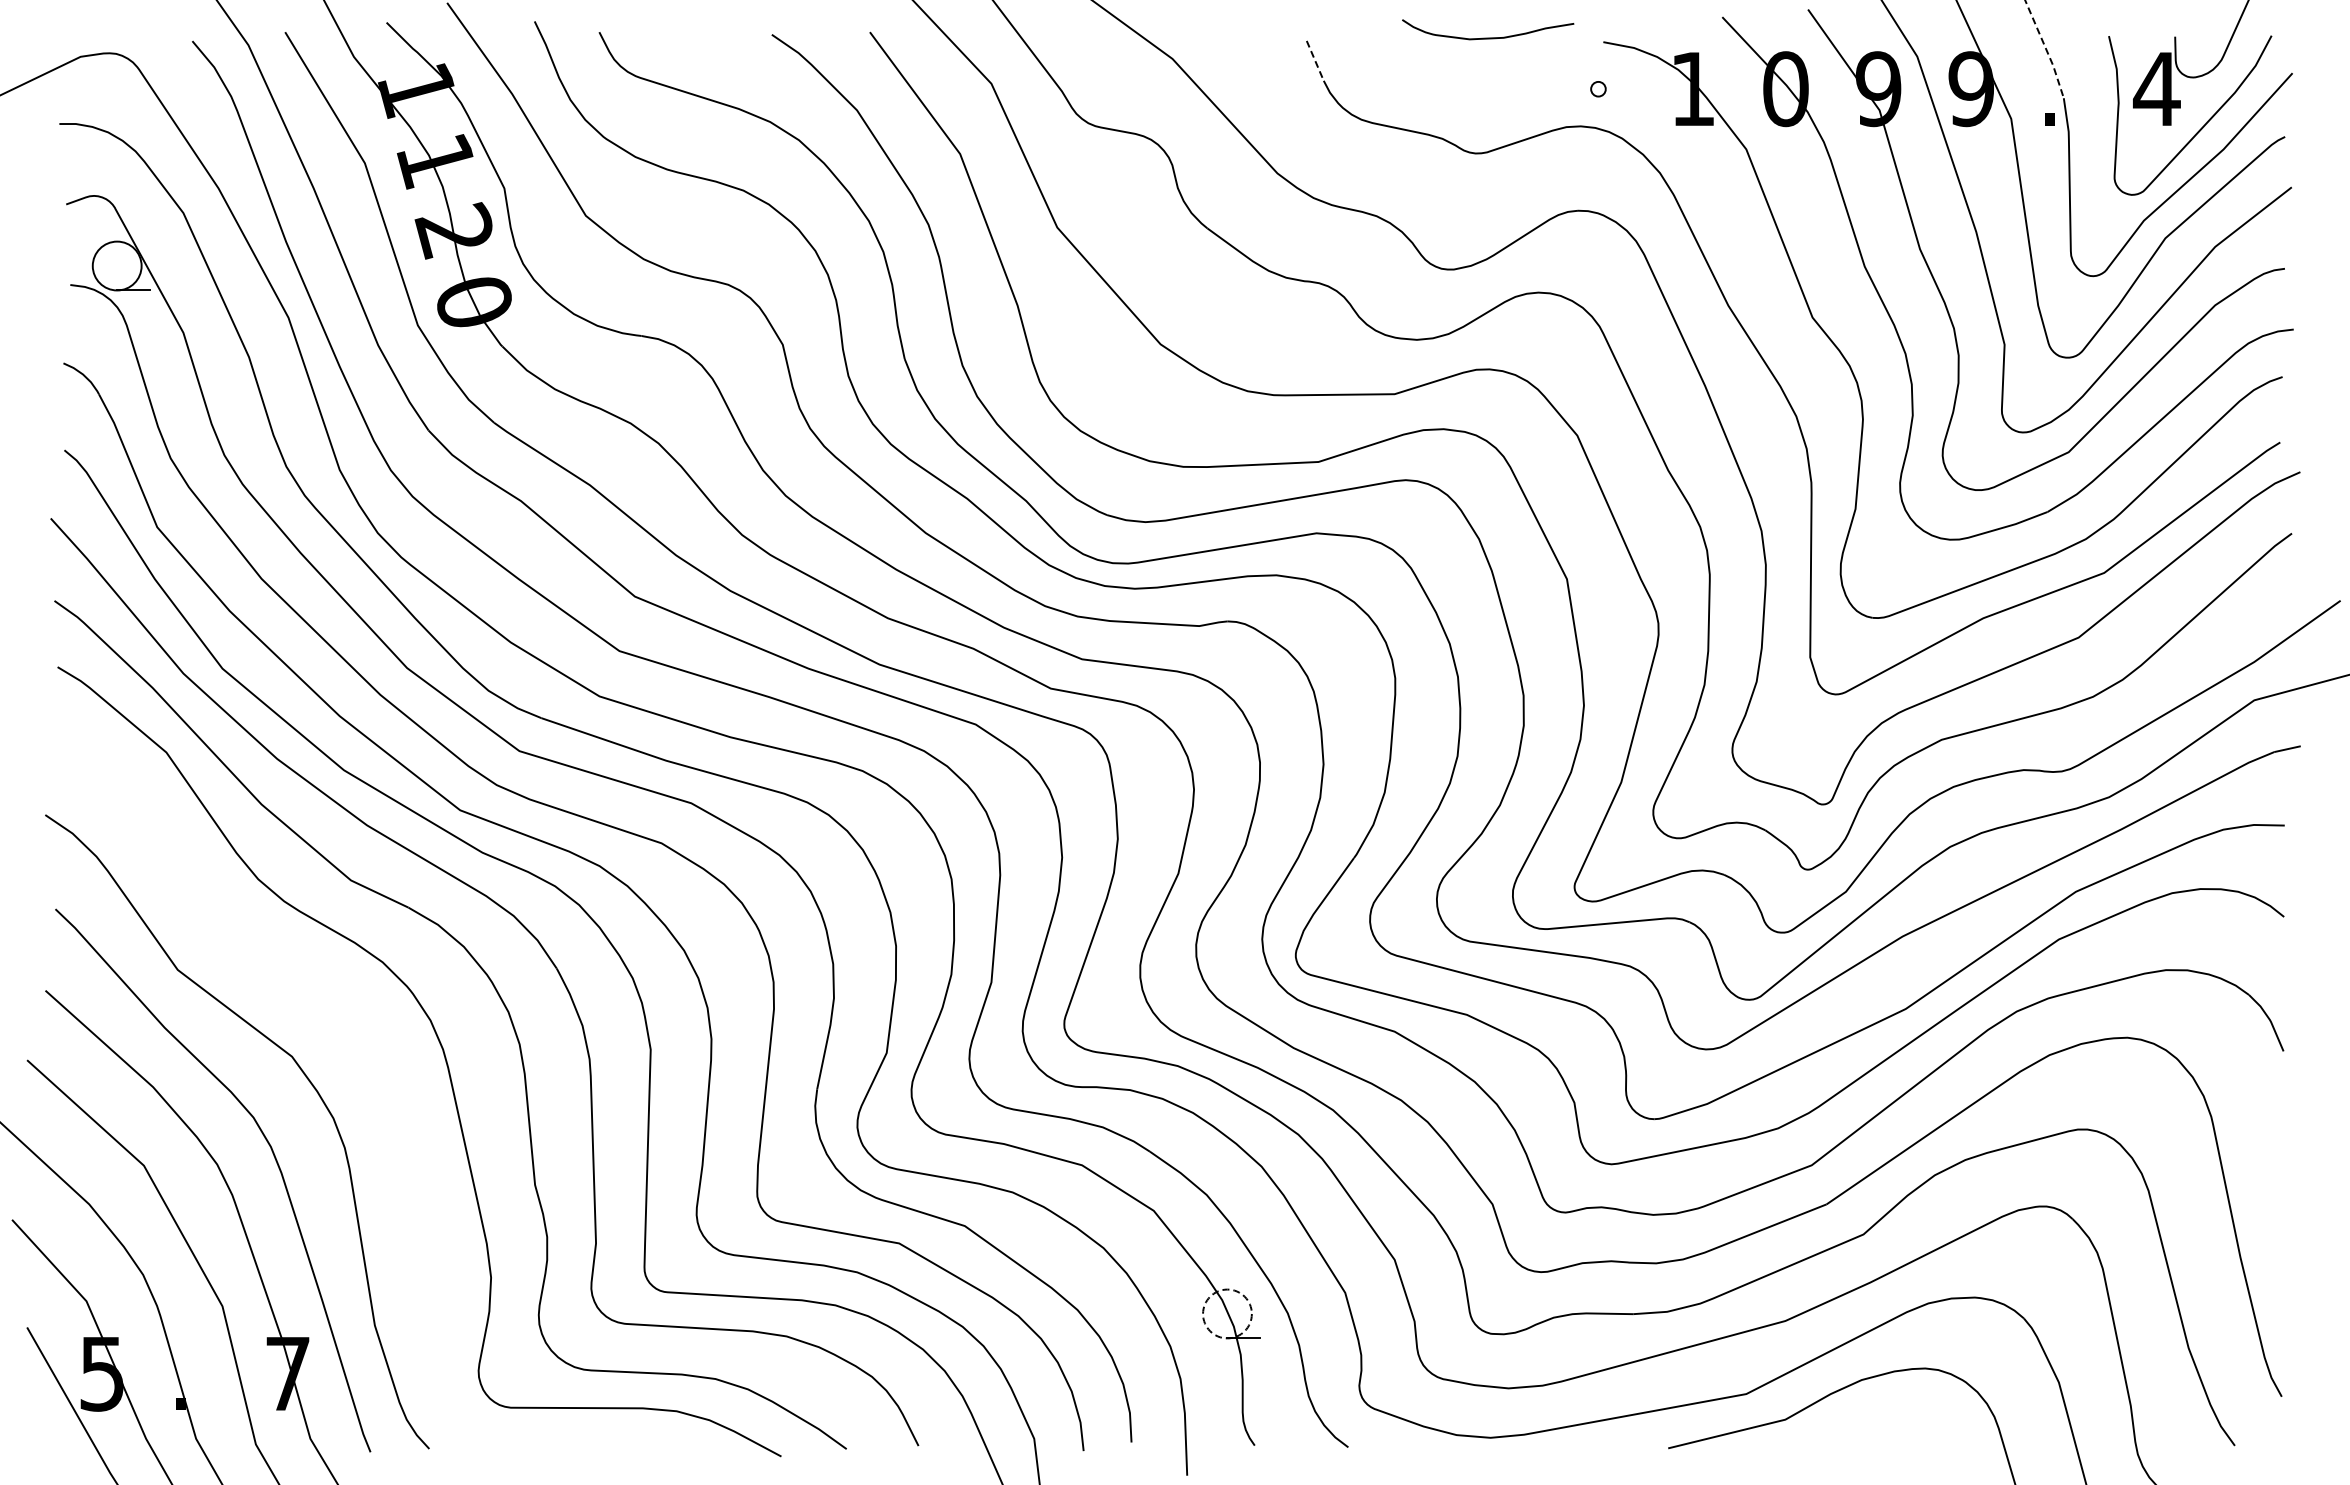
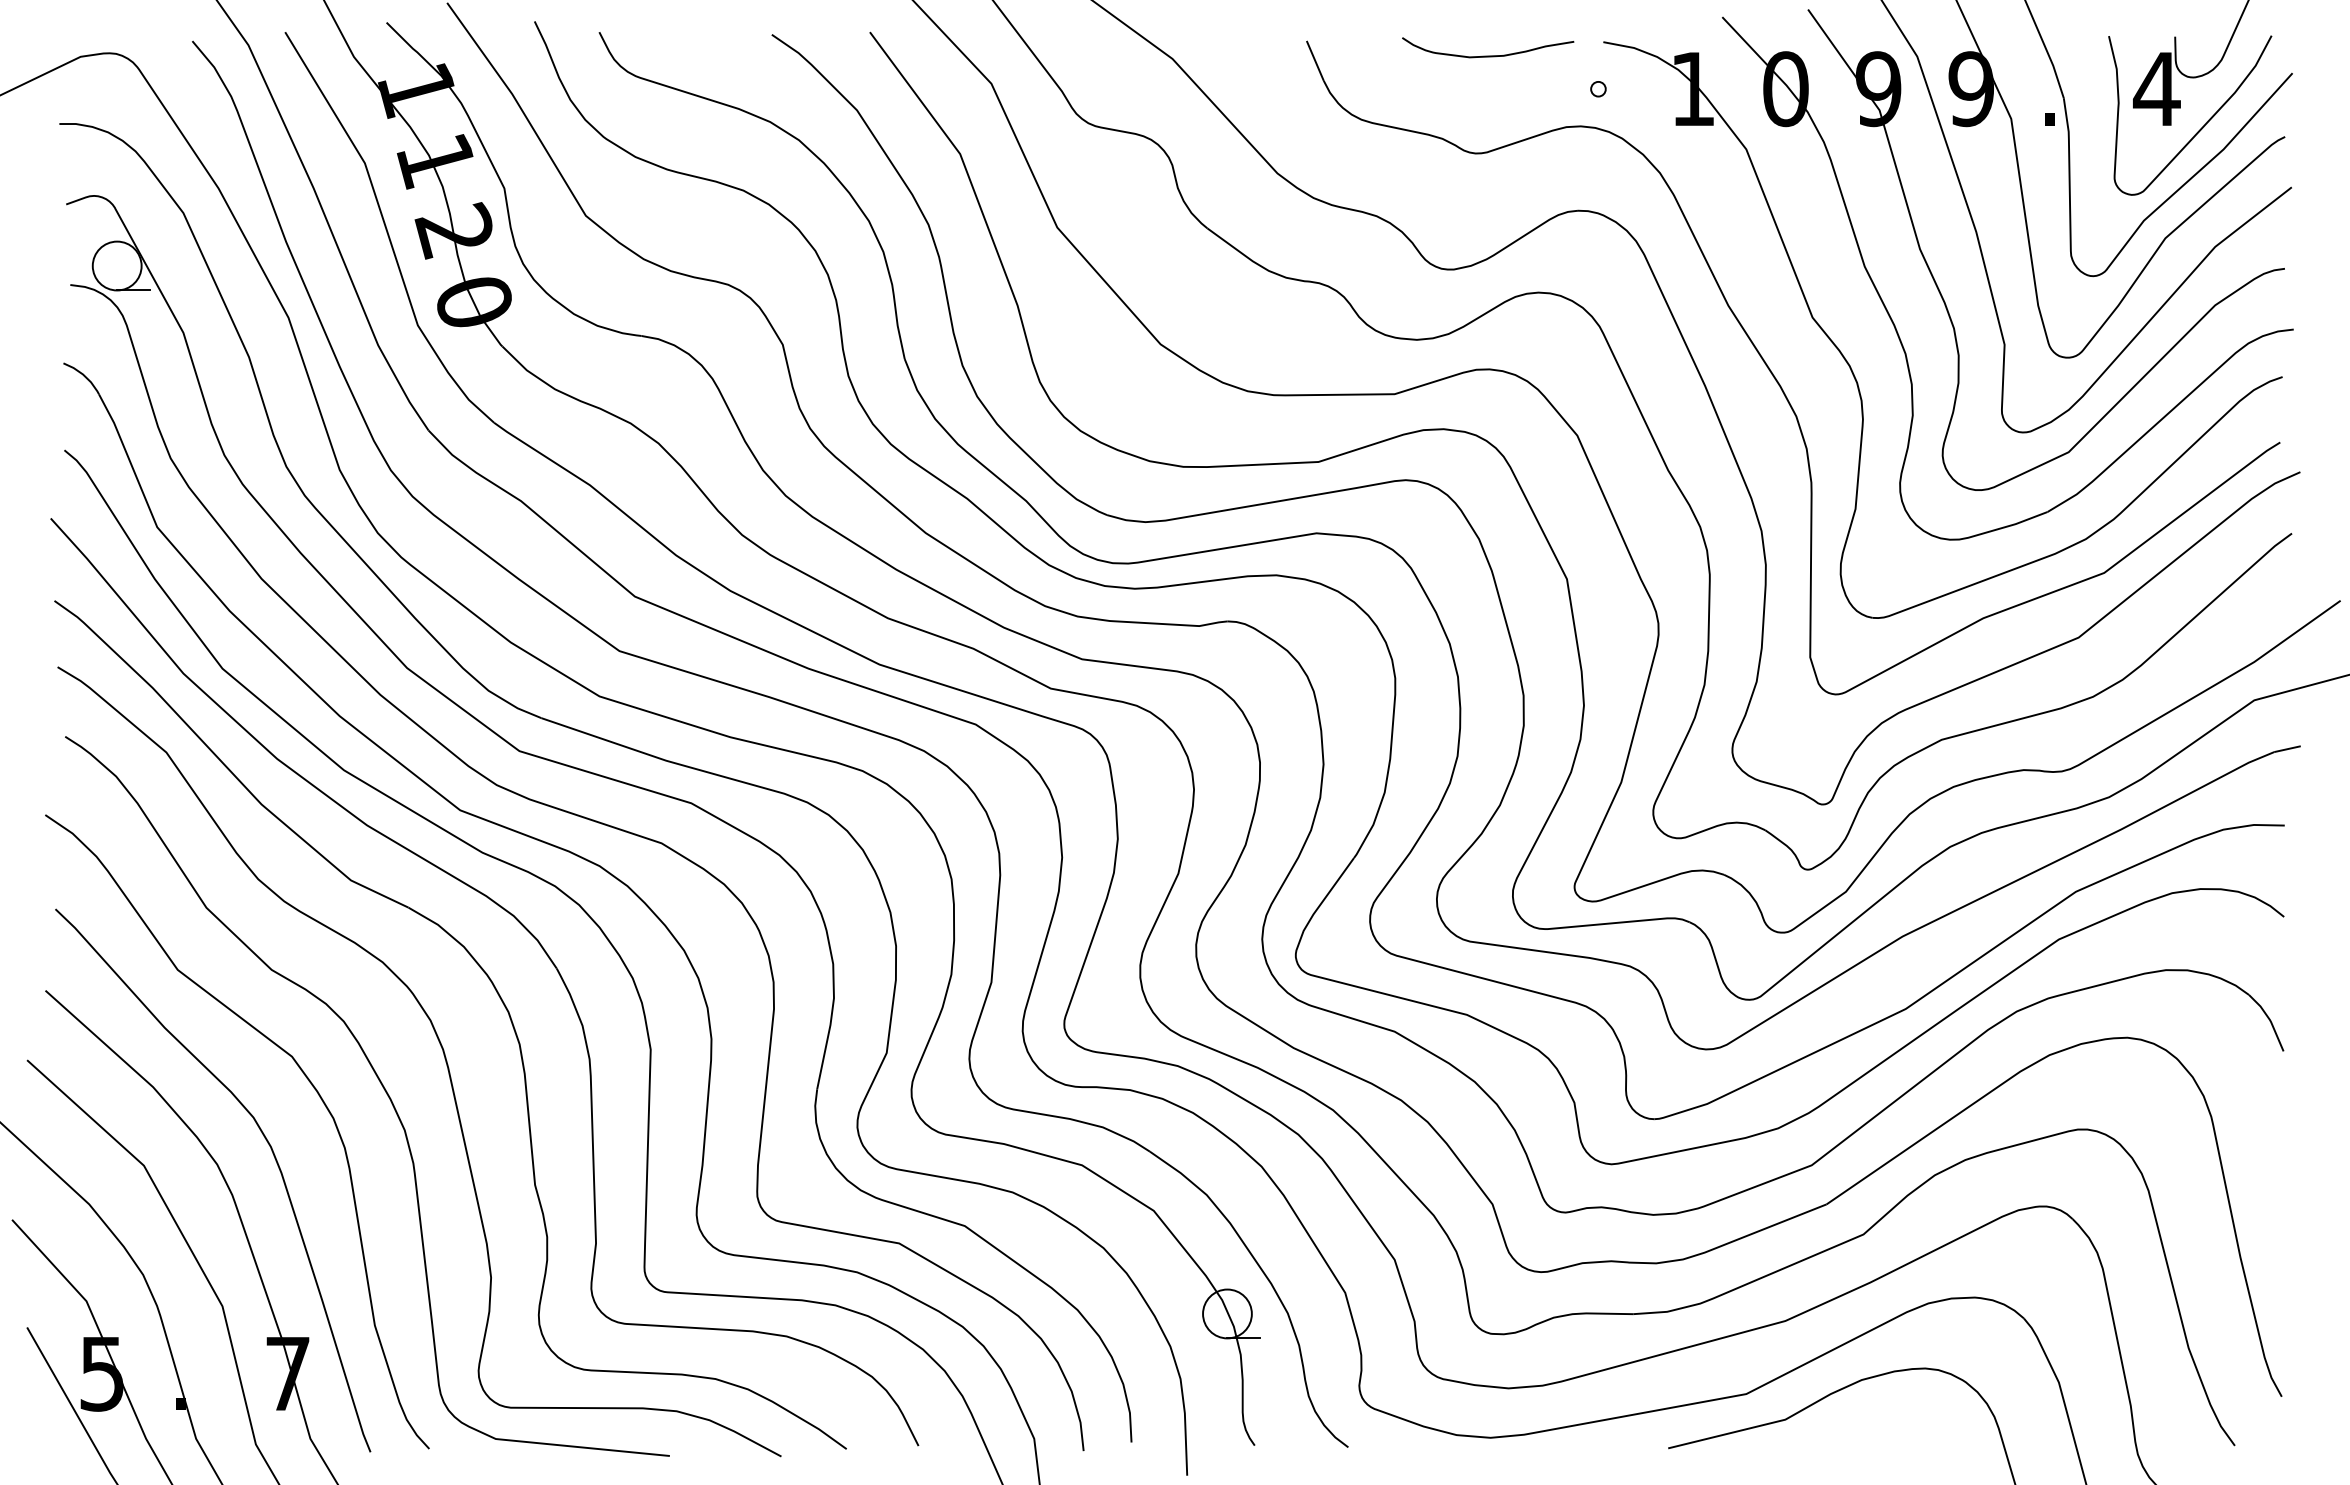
curve at (1488, 37) position: (1488, 37) -> (1488, 55)
line at (2046, 50): dashed -> solid
line at (1315, 60): dashed -> solid
curve at (383, 1089): none -> present
circle at (1227, 1313): dashed -> solid
